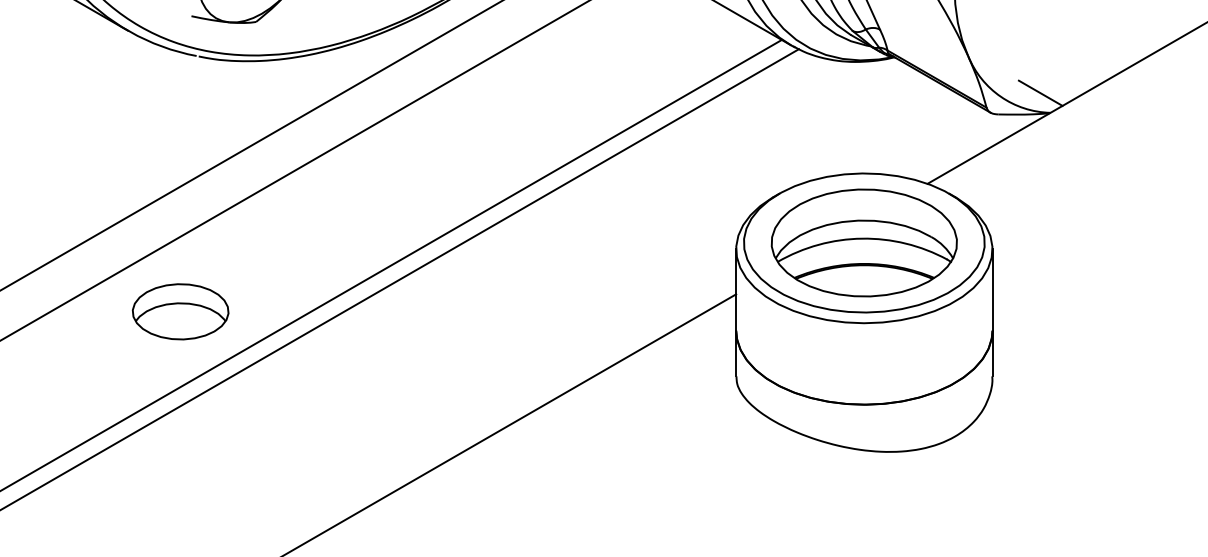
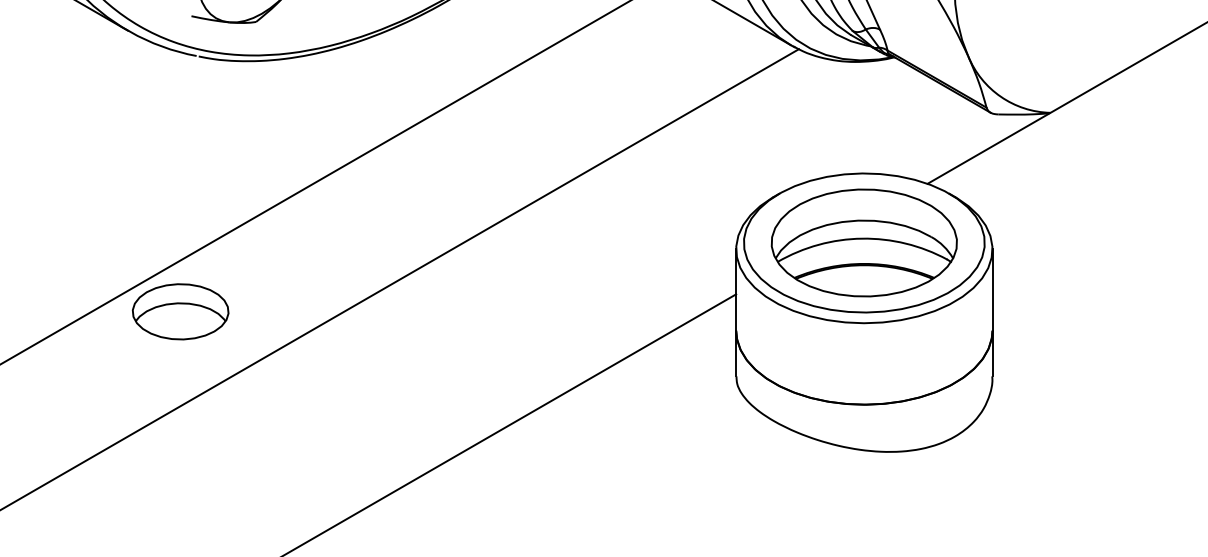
line at (1040, 92): present -> none
line at (251, 145): present -> none
line at (294, 170) position: (294, 170) -> (314, 182)
line at (391, 264): present -> none
